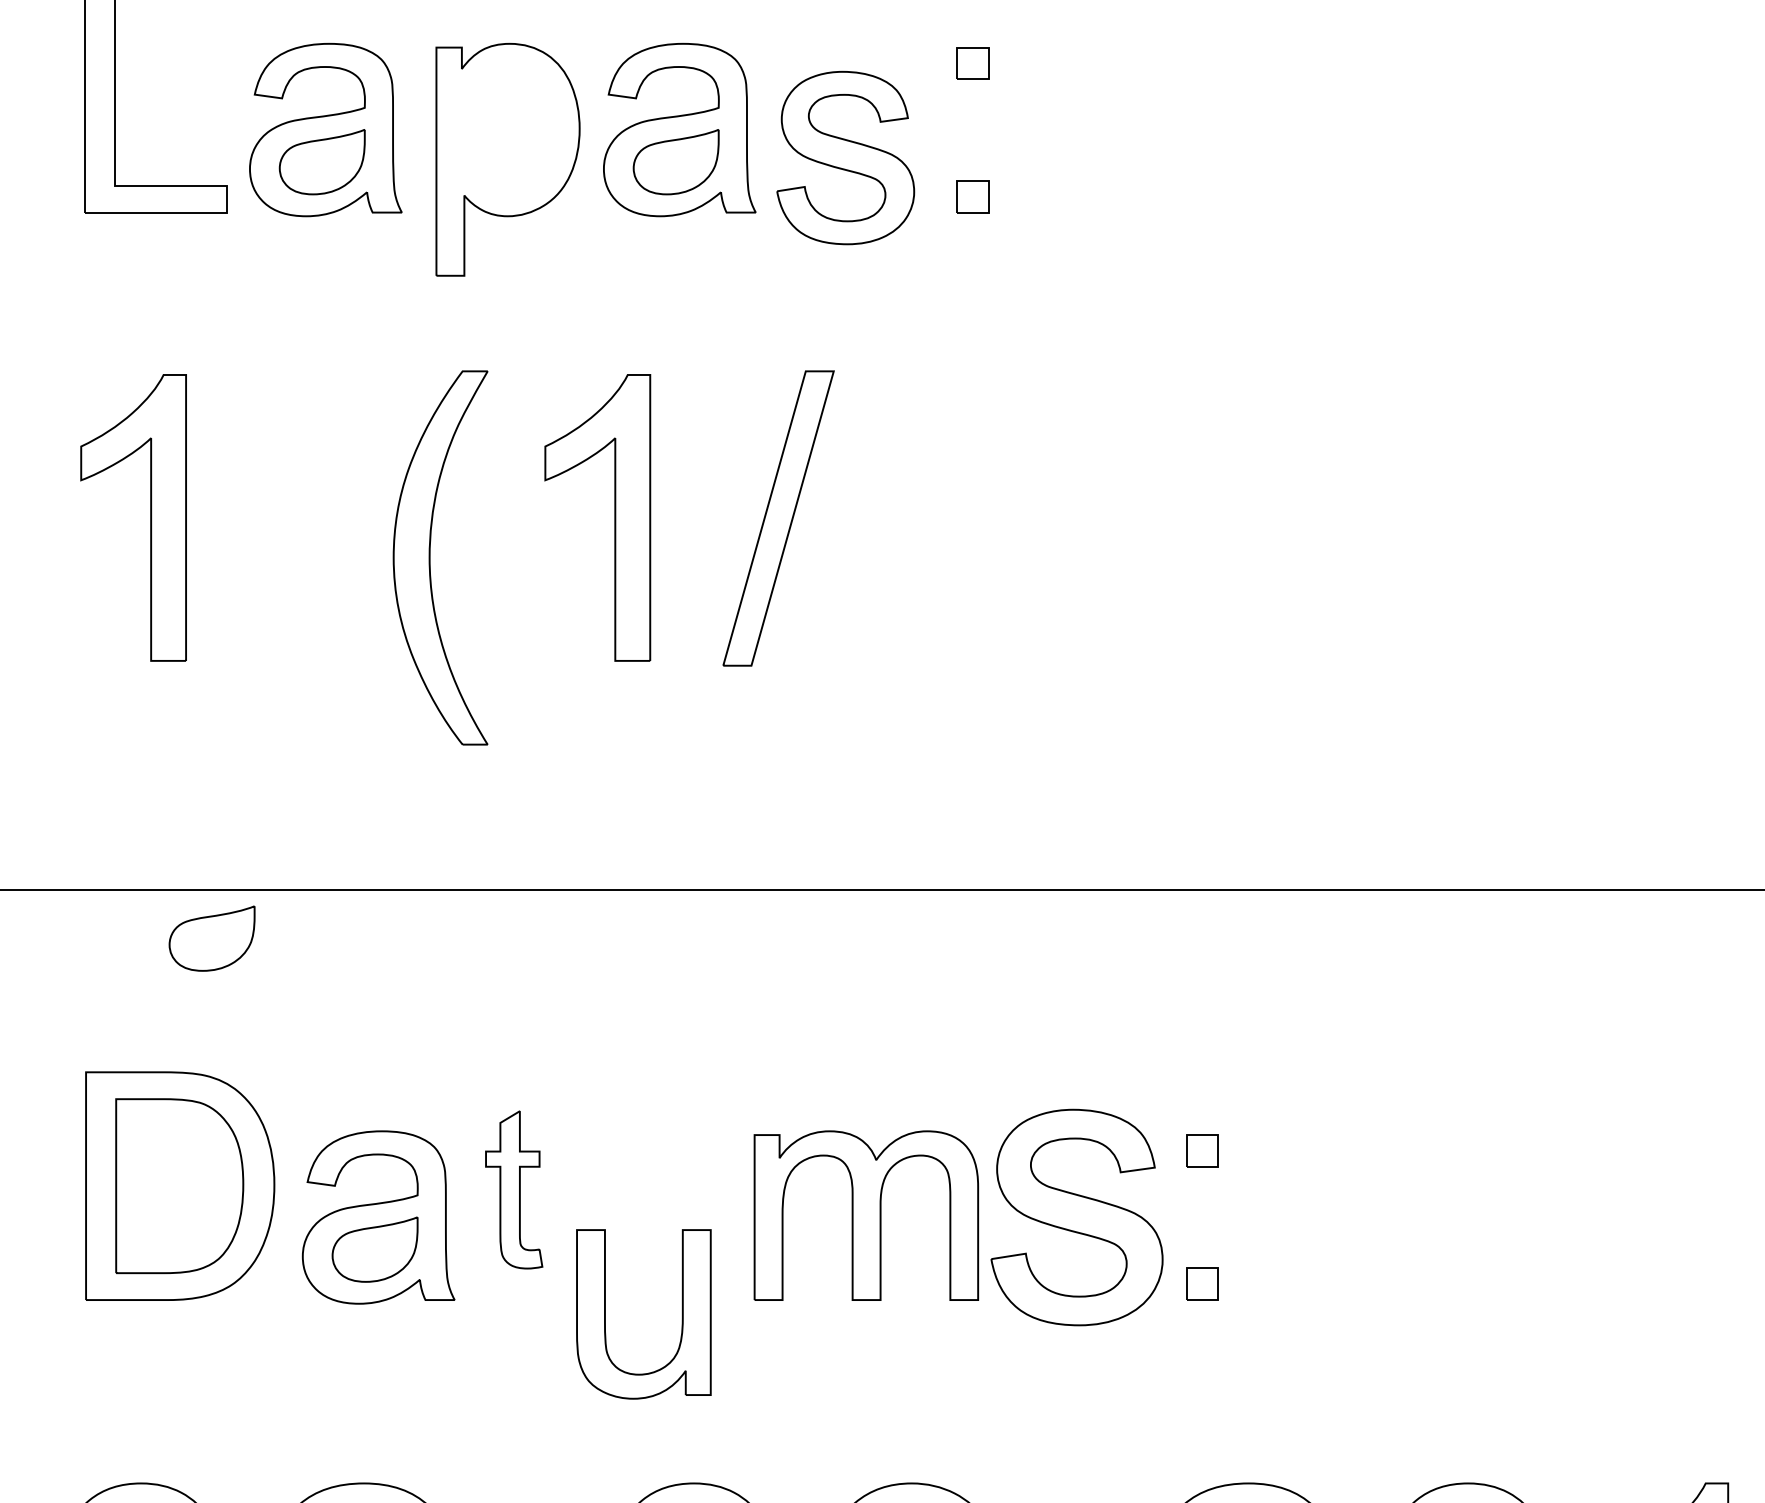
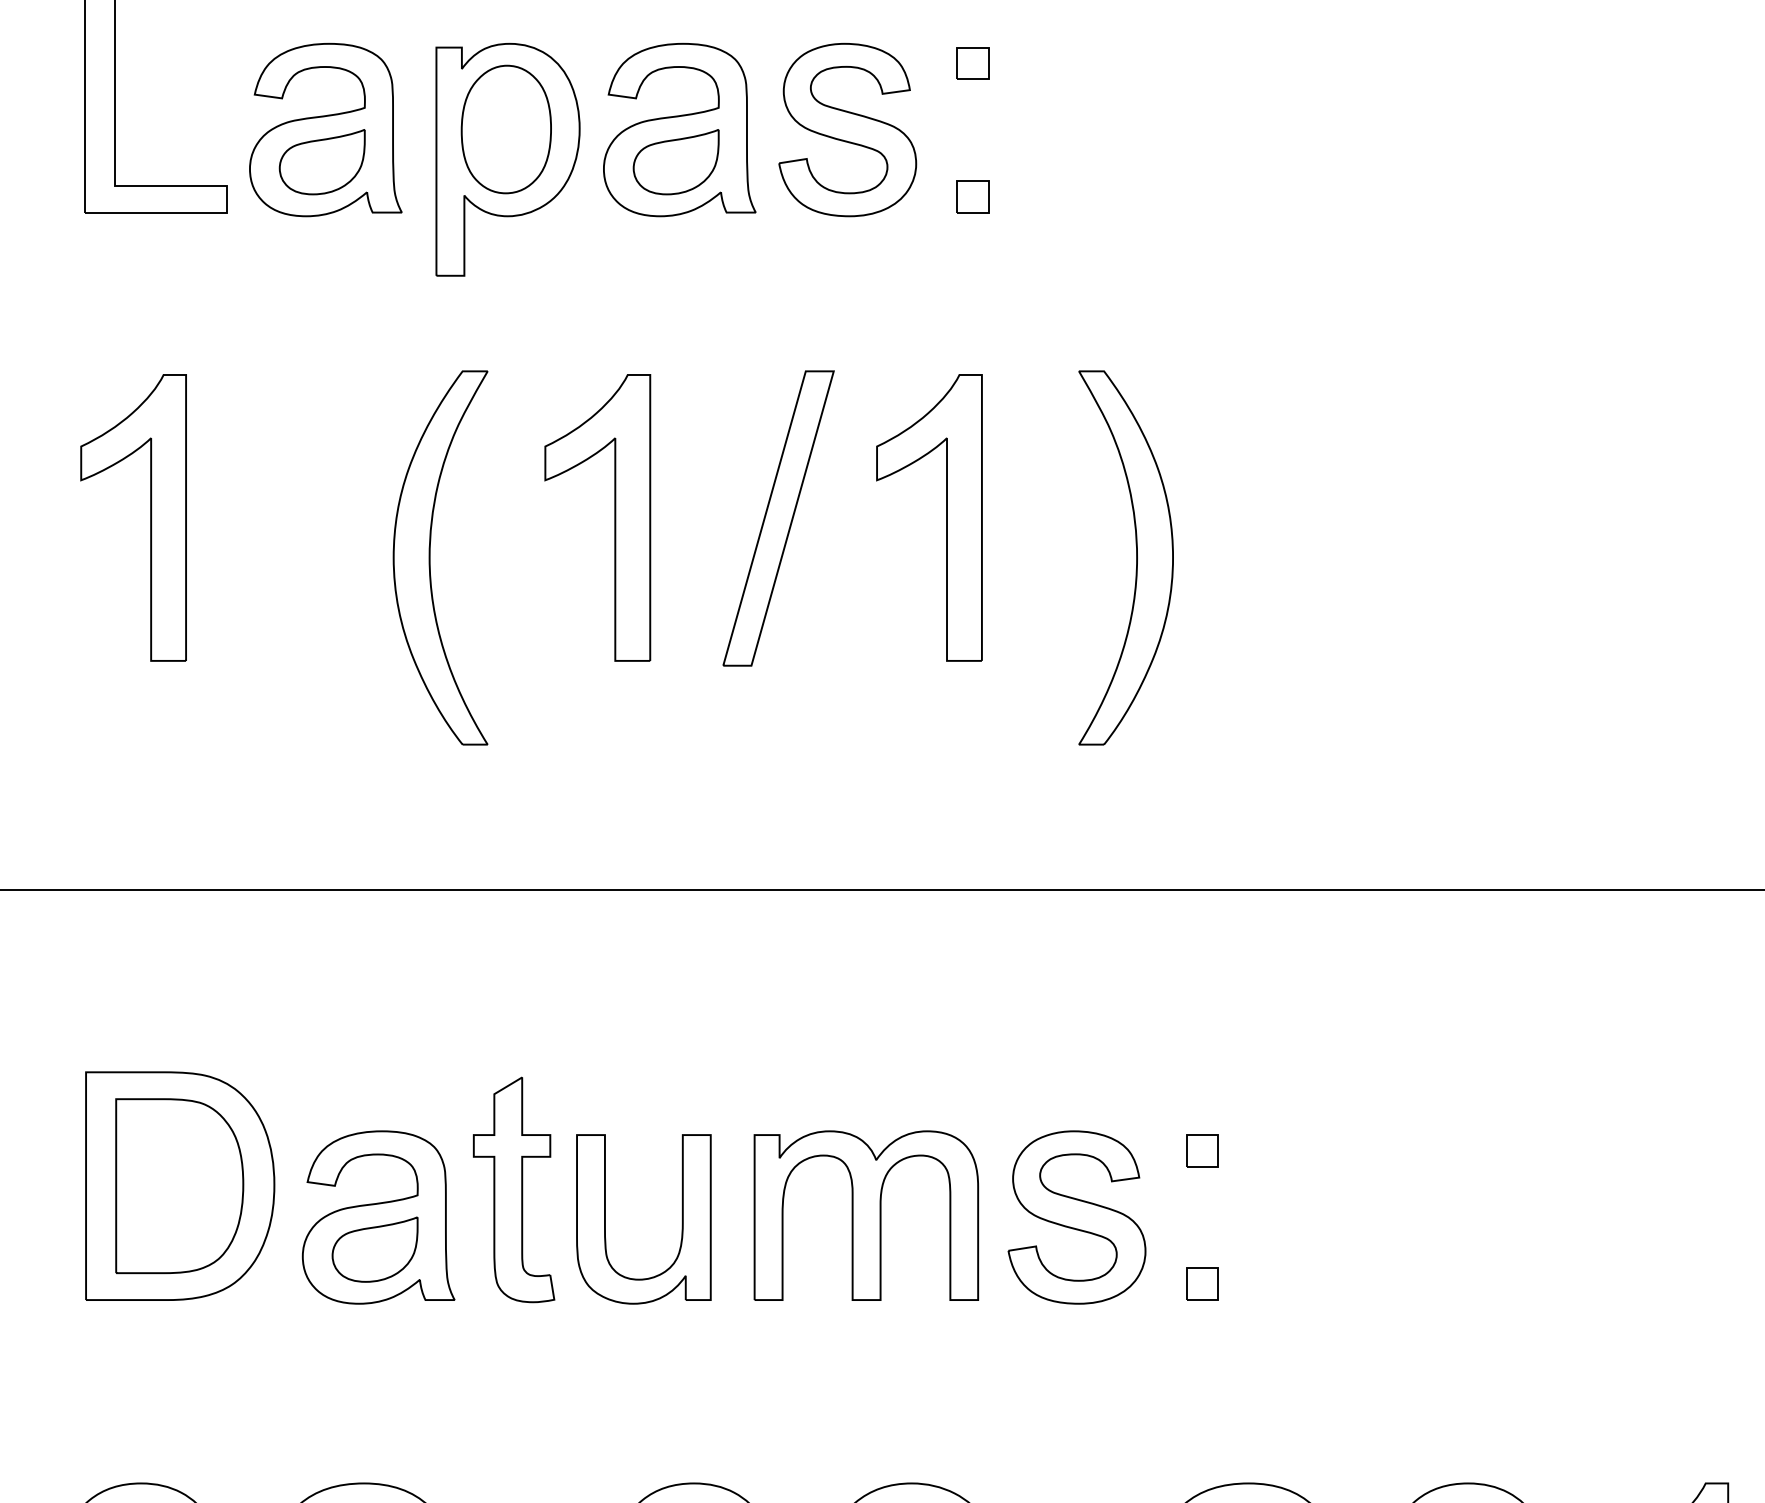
part at (505, 129): none -> present
part at (845, 157) position: (845, 157) -> (847, 129)
part at (946, 517): none -> present
part at (1136, 557): none -> present
part at (211, 938): present -> none
part at (514, 1189) size: 59x160 px -> 83x228 px
part at (1076, 1217) size: 174x219 px -> 140x175 px
part at (605, 1314) position: (605, 1314) -> (605, 1219)
